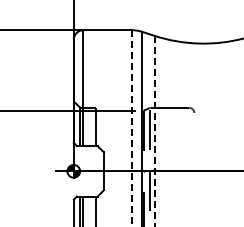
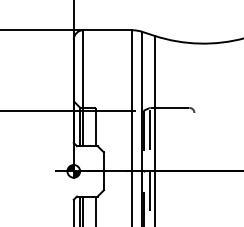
line at (132, 128): dashed -> solid
line at (154, 131): dashed -> solid
